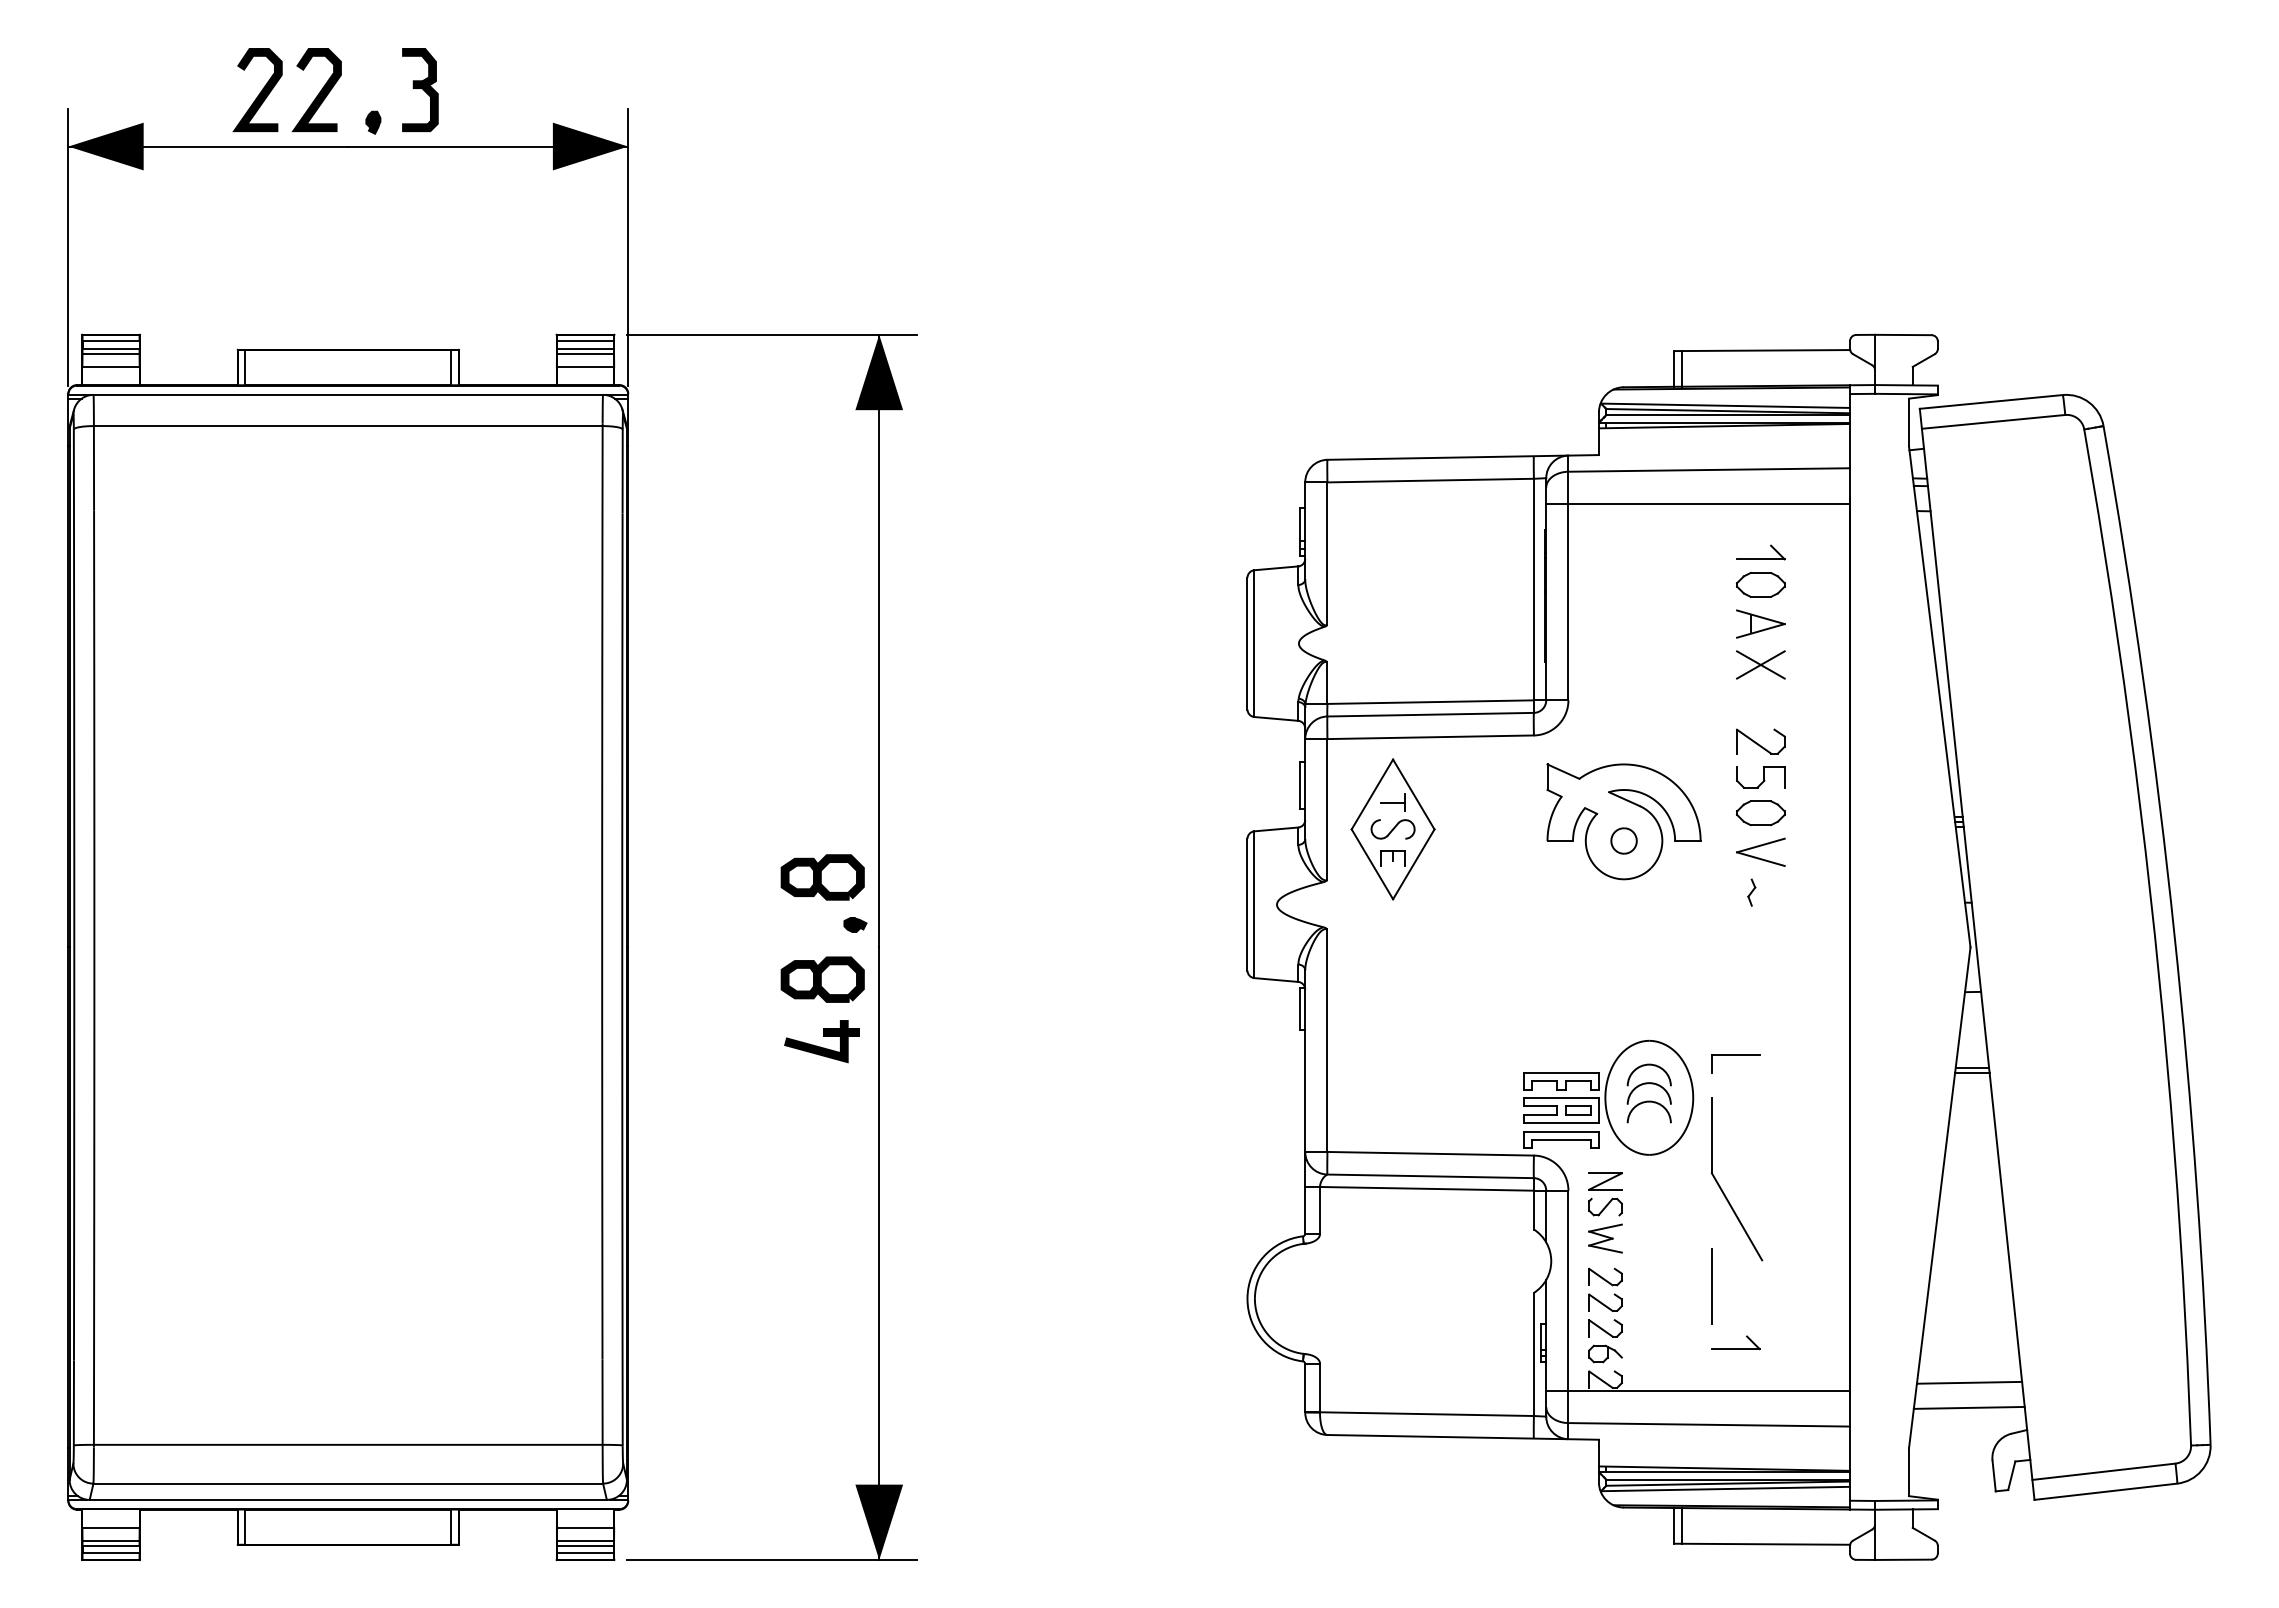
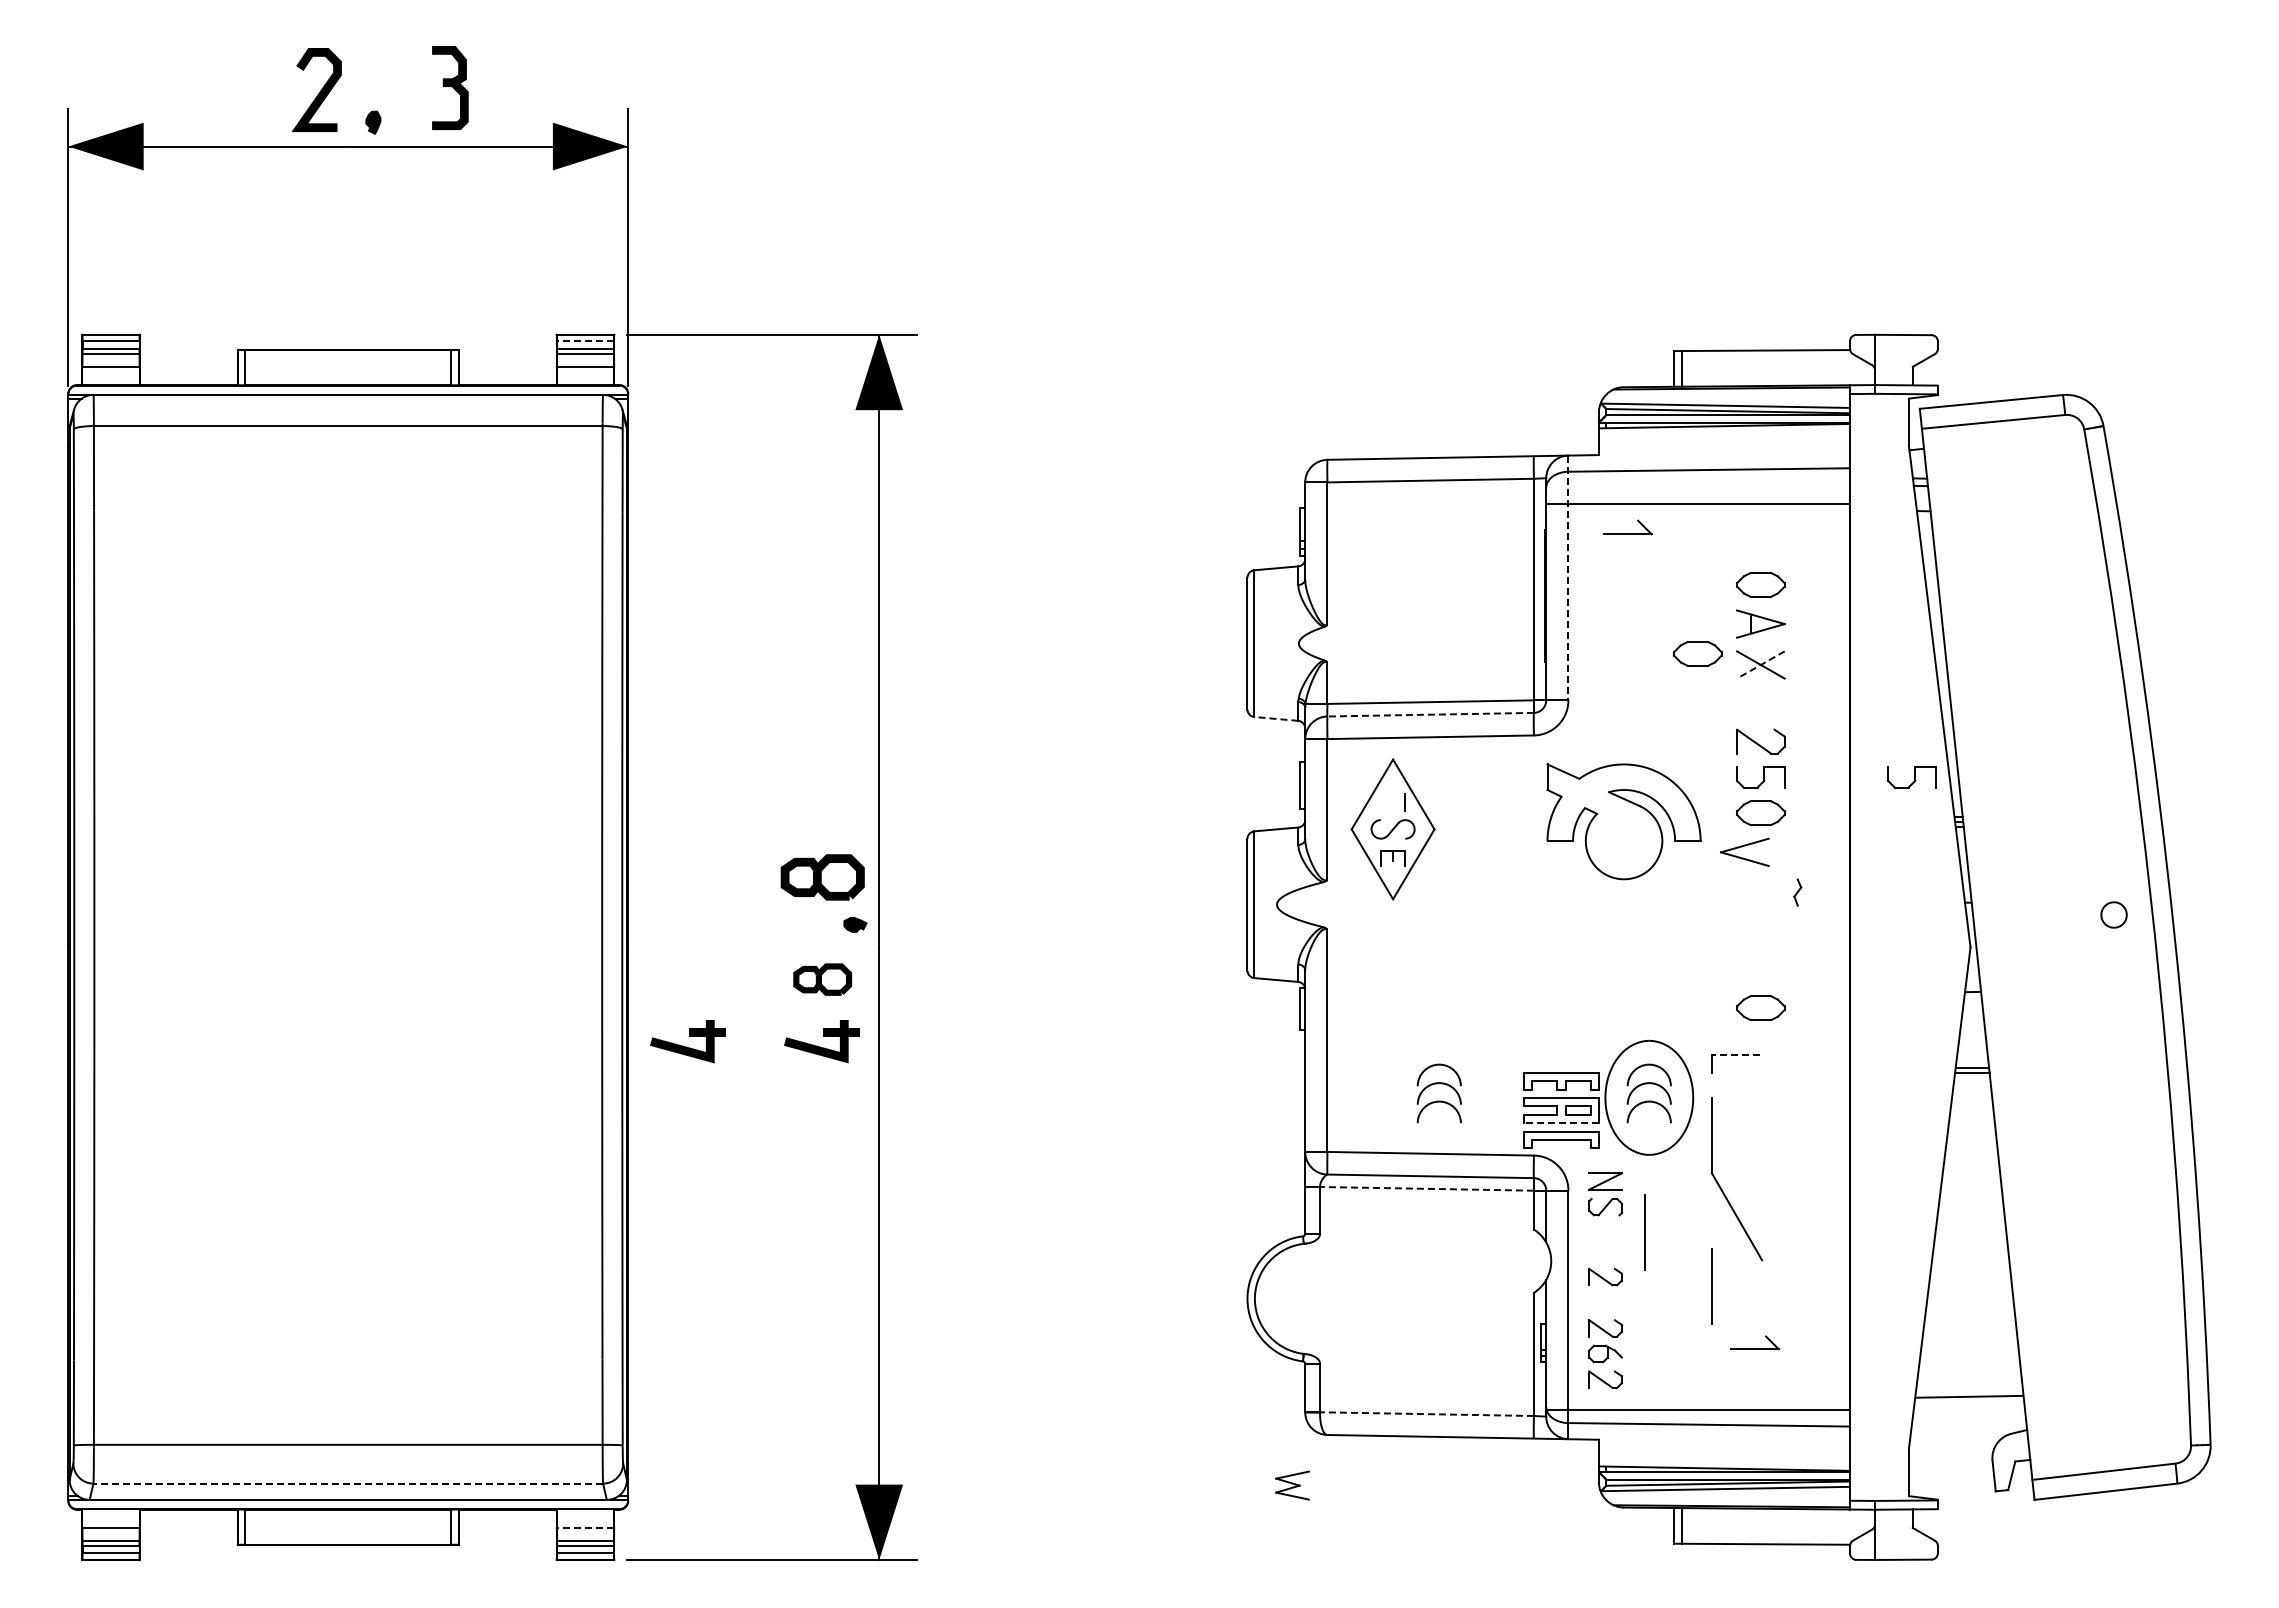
part at (420, 90) position: (420, 90) -> (450, 88)
curve at (260, 91): present -> none
line at (585, 341): solid -> dashed
part at (1760, 552) position: (1760, 552) -> (1627, 527)
line at (1568, 578): solid -> dashed
part at (1697, 653): none -> present
line at (1760, 665): solid -> dashed
line at (1430, 714): solid -> dashed
line at (1275, 718): solid -> dashed
part at (1911, 777): none -> present
line at (1392, 802): present -> none
part at (1623, 840) position: (1623, 840) -> (2113, 914)
part at (1760, 851) position: (1760, 851) -> (1744, 851)
part at (1751, 892) position: (1751, 892) -> (1797, 892)
part at (822, 979) size: 85x47 px -> 60x33 px
part at (1760, 1008): none -> present
part at (687, 1041): none -> present
line at (1735, 1055): solid -> dashed
part at (1438, 1100): none -> present
line at (1561, 1123): solid -> dashed
line at (1426, 1188): solid -> dashed
line at (1644, 1232): none -> present
part at (1605, 1238) position: (1605, 1238) -> (1292, 1485)
part at (1605, 1302): present -> none
part at (1735, 1342) position: (1735, 1342) -> (1754, 1342)
line at (1969, 1382) position: (1969, 1382) -> (1969, 1396)
line at (1698, 1391) position: (1698, 1391) -> (1698, 1410)
line at (1968, 1407): present -> none
line at (1426, 1414): solid -> dashed
line at (348, 1483): solid -> dashed
line at (585, 1527): solid -> dashed
